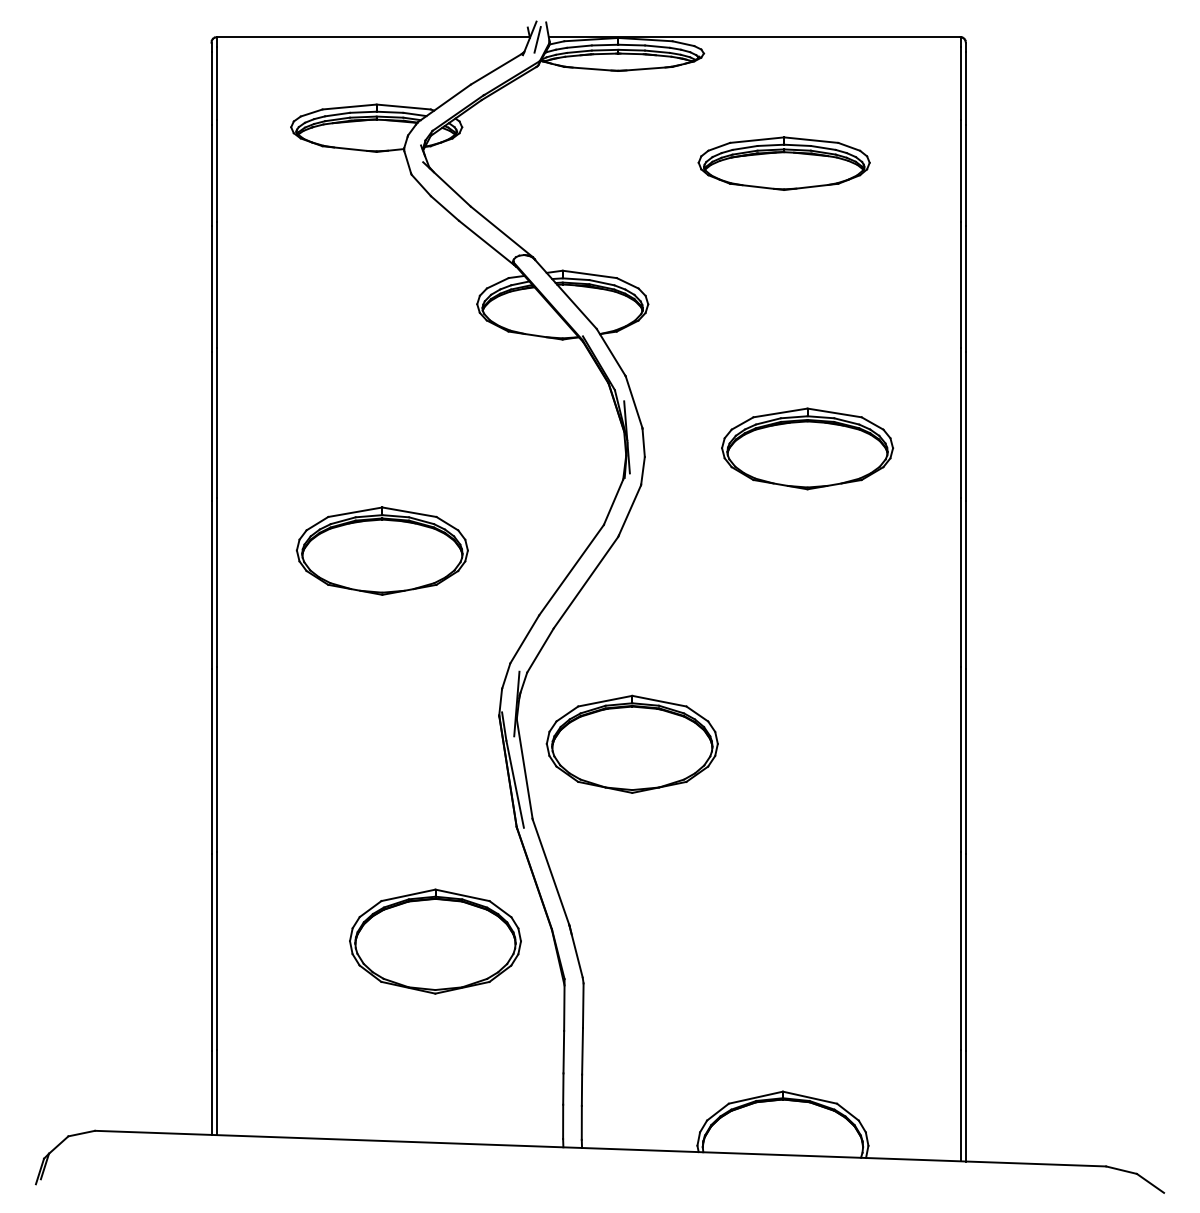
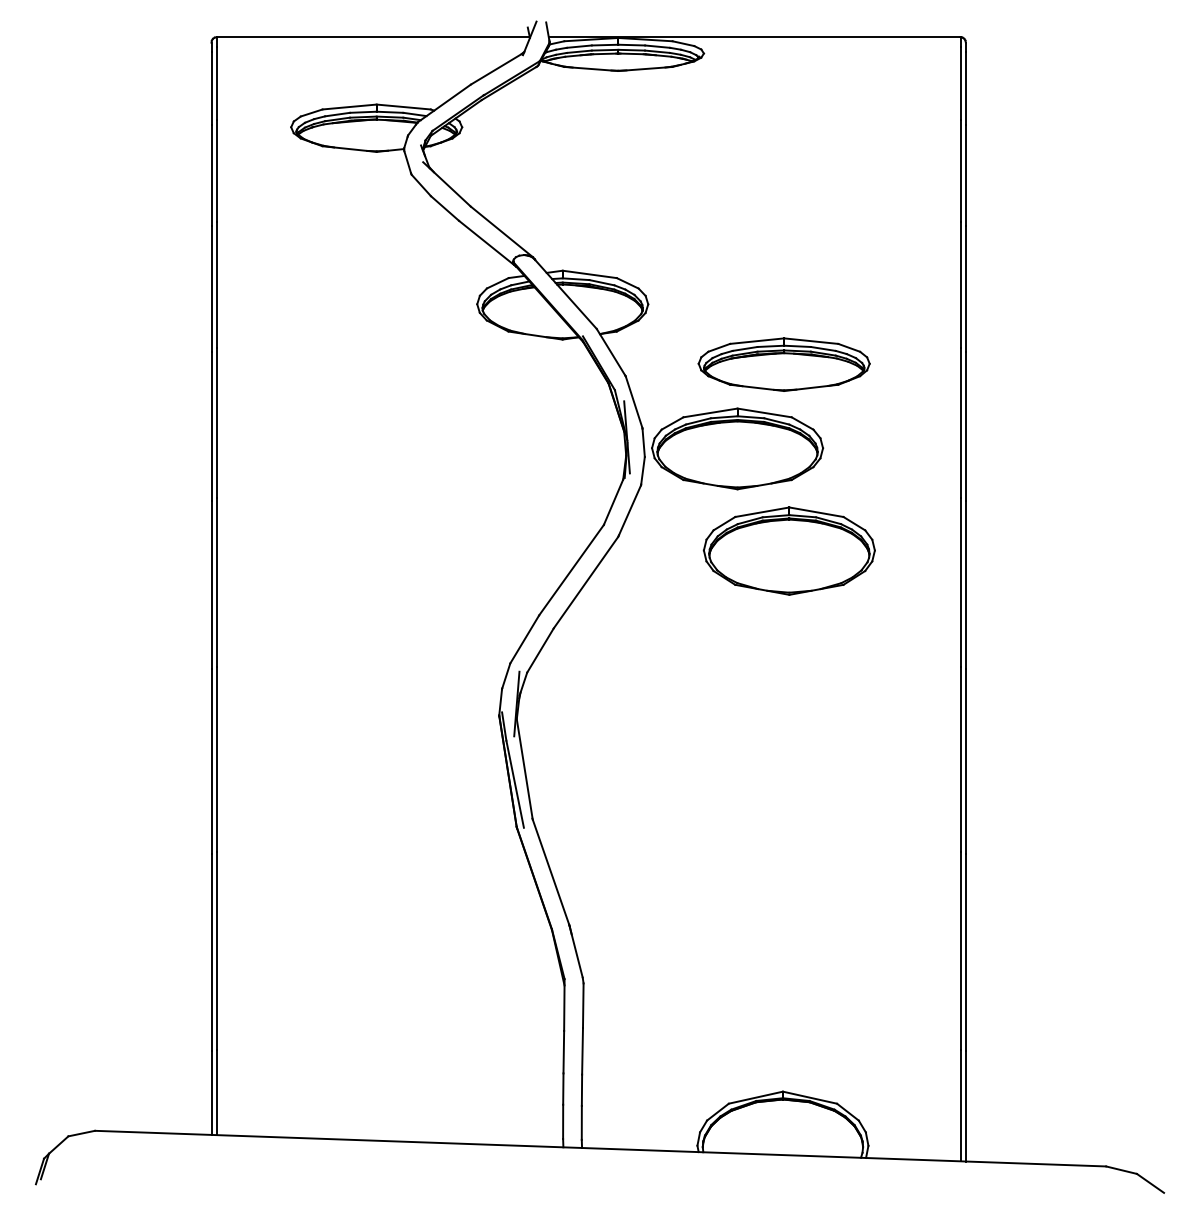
line at (537, 39): present -> none
part at (783, 163) position: (783, 163) -> (783, 364)
part at (807, 448) position: (807, 448) -> (737, 448)
part at (381, 550) position: (381, 550) -> (788, 550)
part at (631, 743): present -> none
part at (435, 941): present -> none
